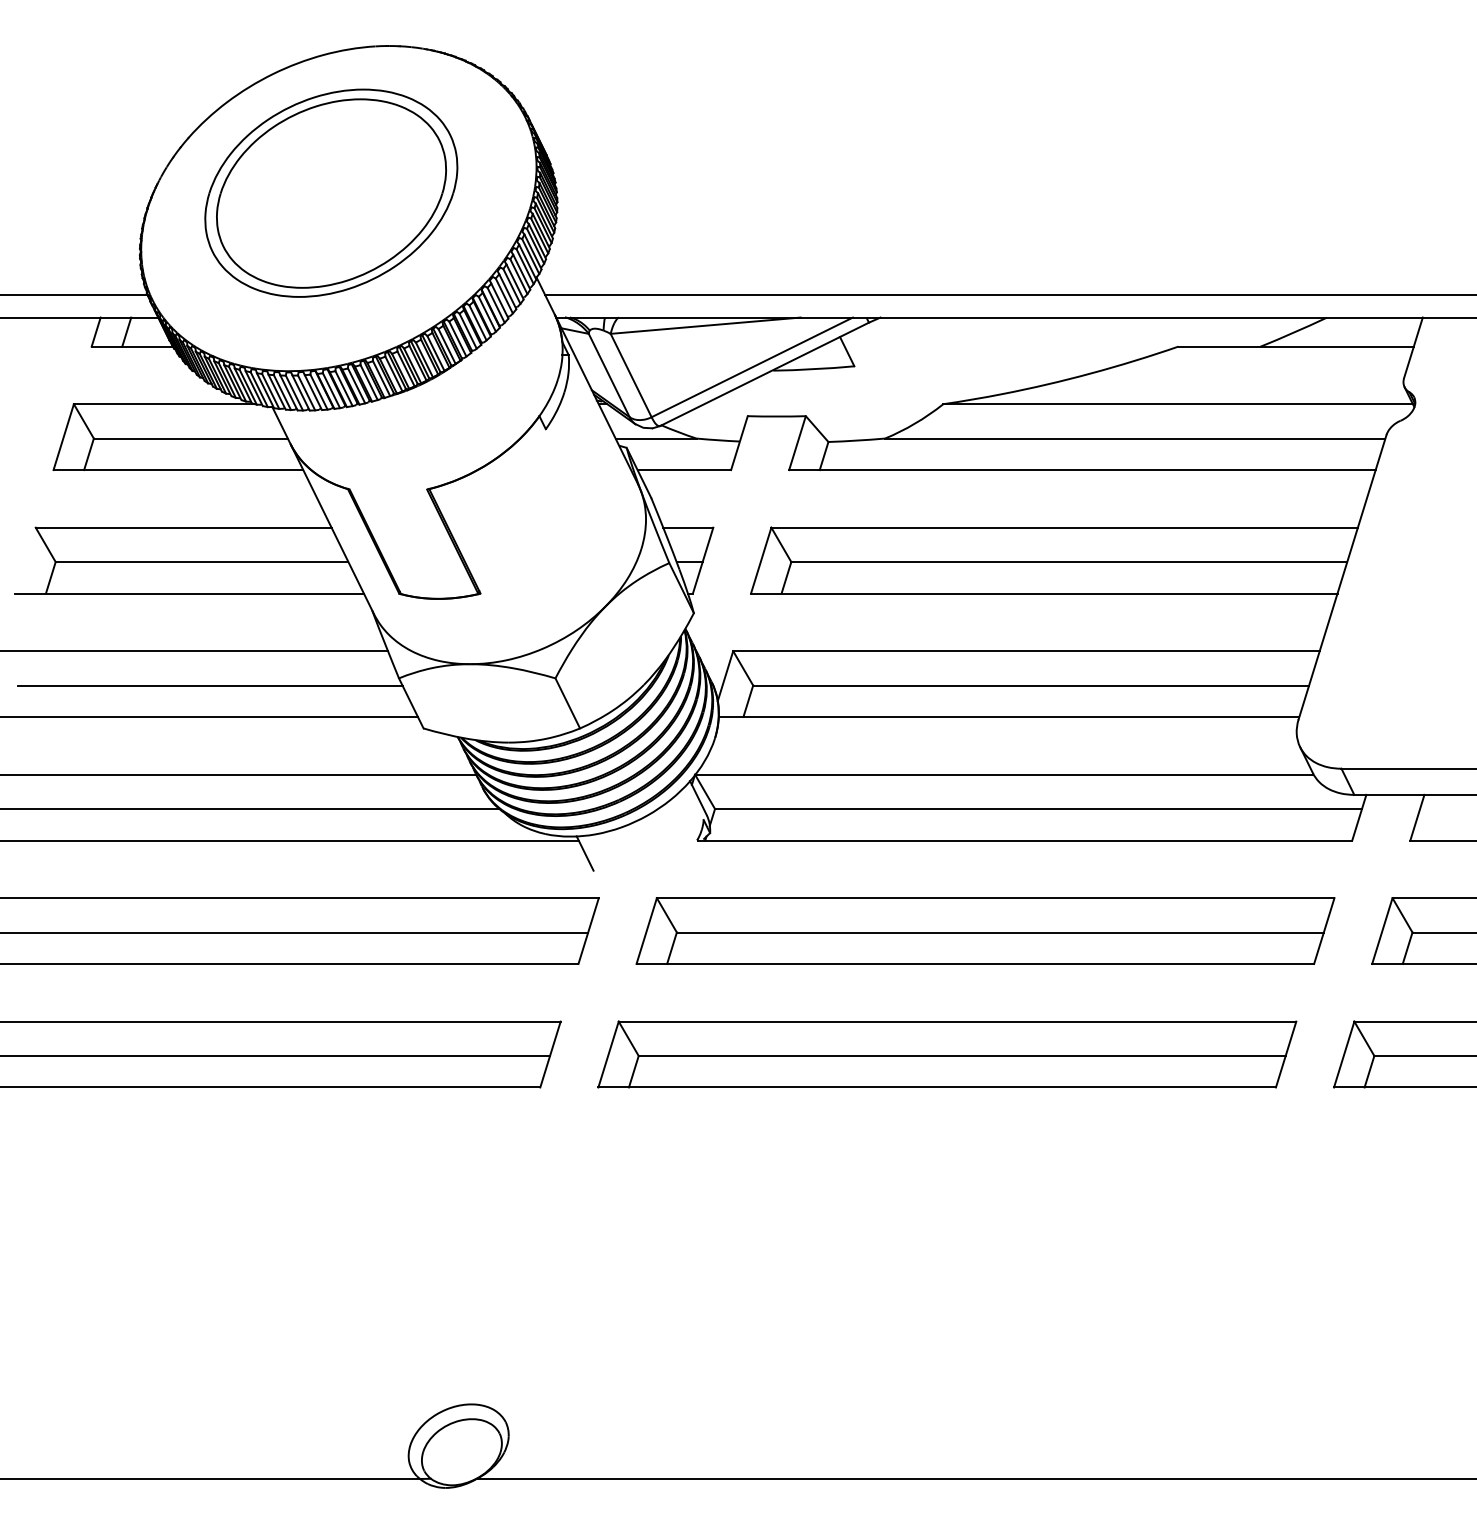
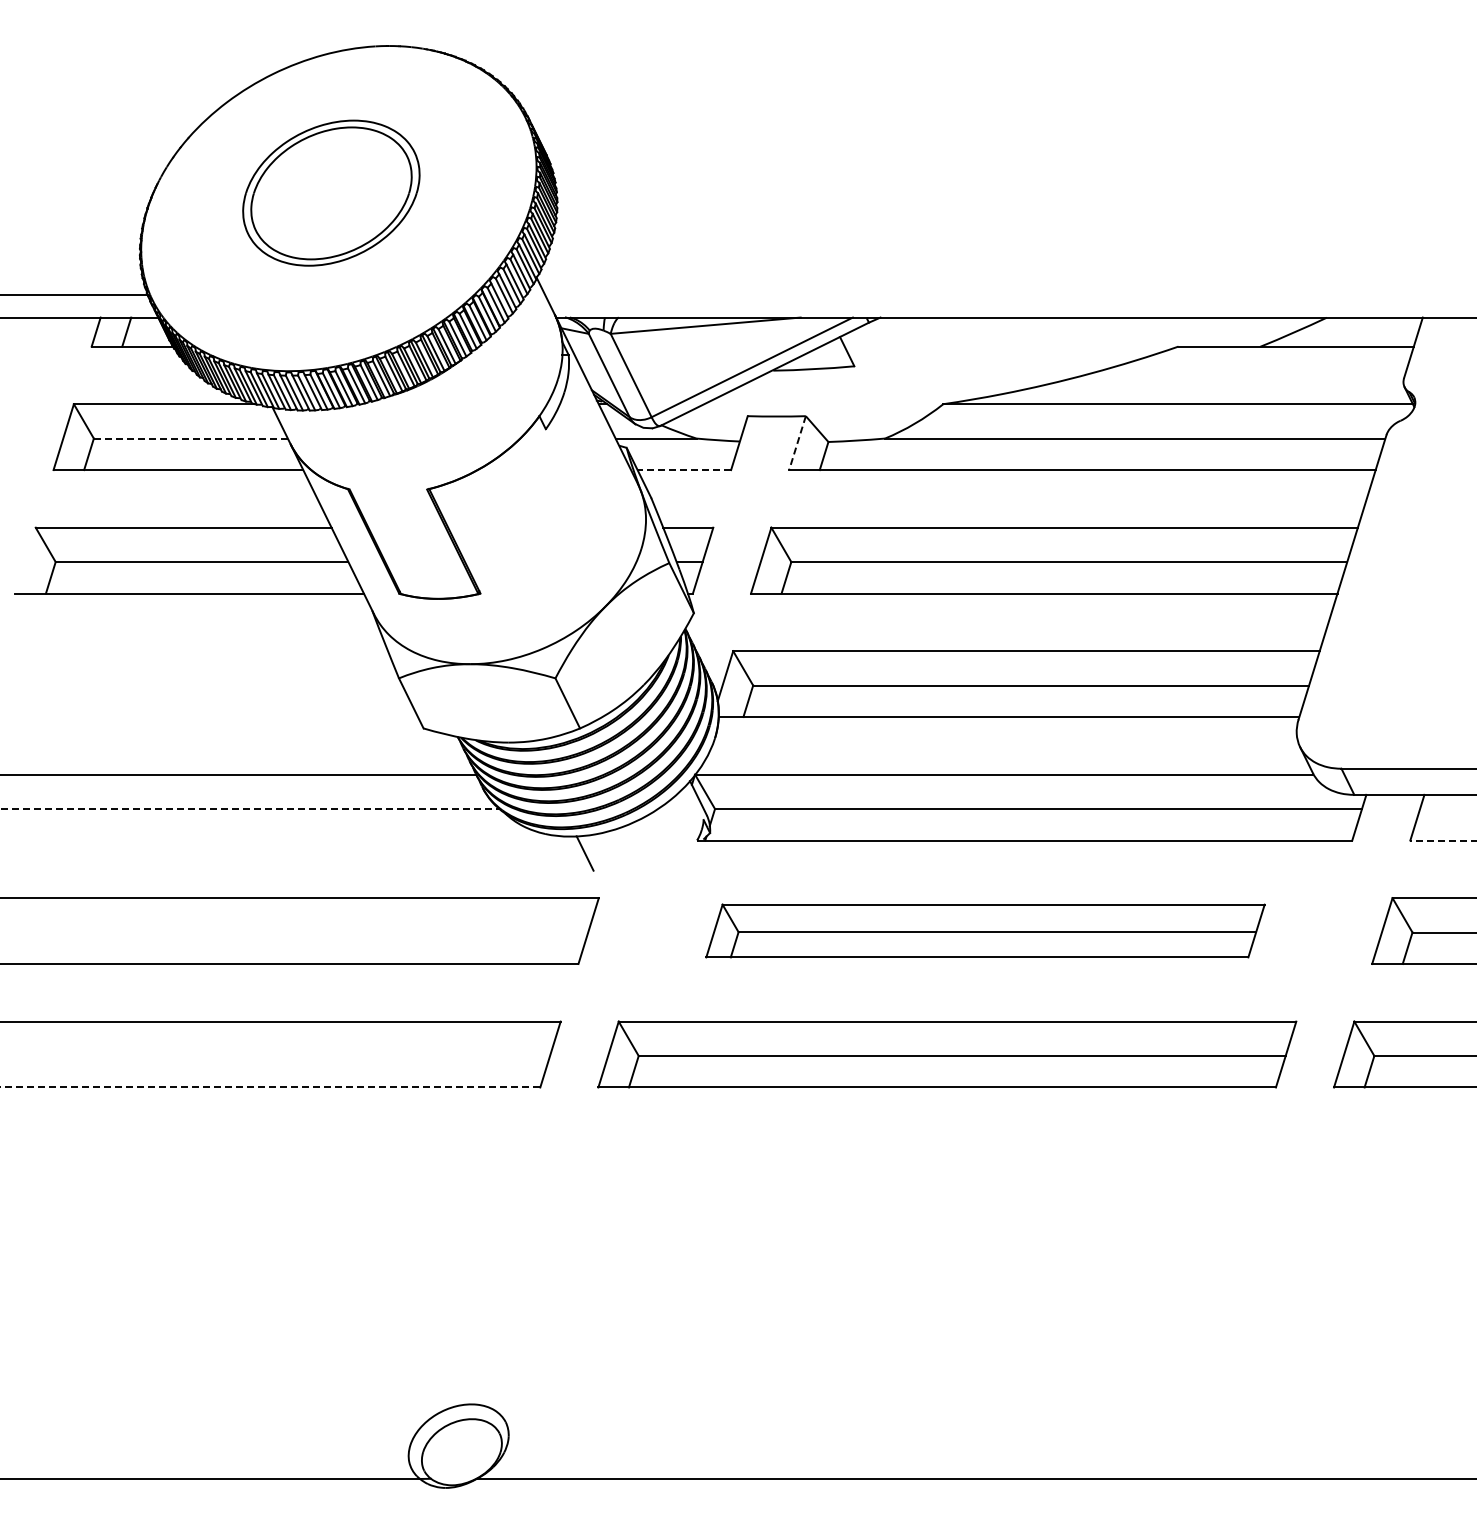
part at (331, 192) size: 255x210 px -> 179x148 px
line at (1009, 294): present -> none
line at (190, 438): solid -> dashed
line at (797, 443): solid -> dashed
line at (684, 470): solid -> dashed
line at (195, 651): present -> none
line at (209, 685): present -> none
line at (209, 717): present -> none
line at (250, 809): solid -> dashed
line at (290, 840): present -> none
line at (1443, 840): solid -> dashed
part at (985, 930) size: 701x68 px -> 561x56 px
line at (295, 932): present -> none
line at (276, 1055): present -> none
line at (270, 1087): solid -> dashed
